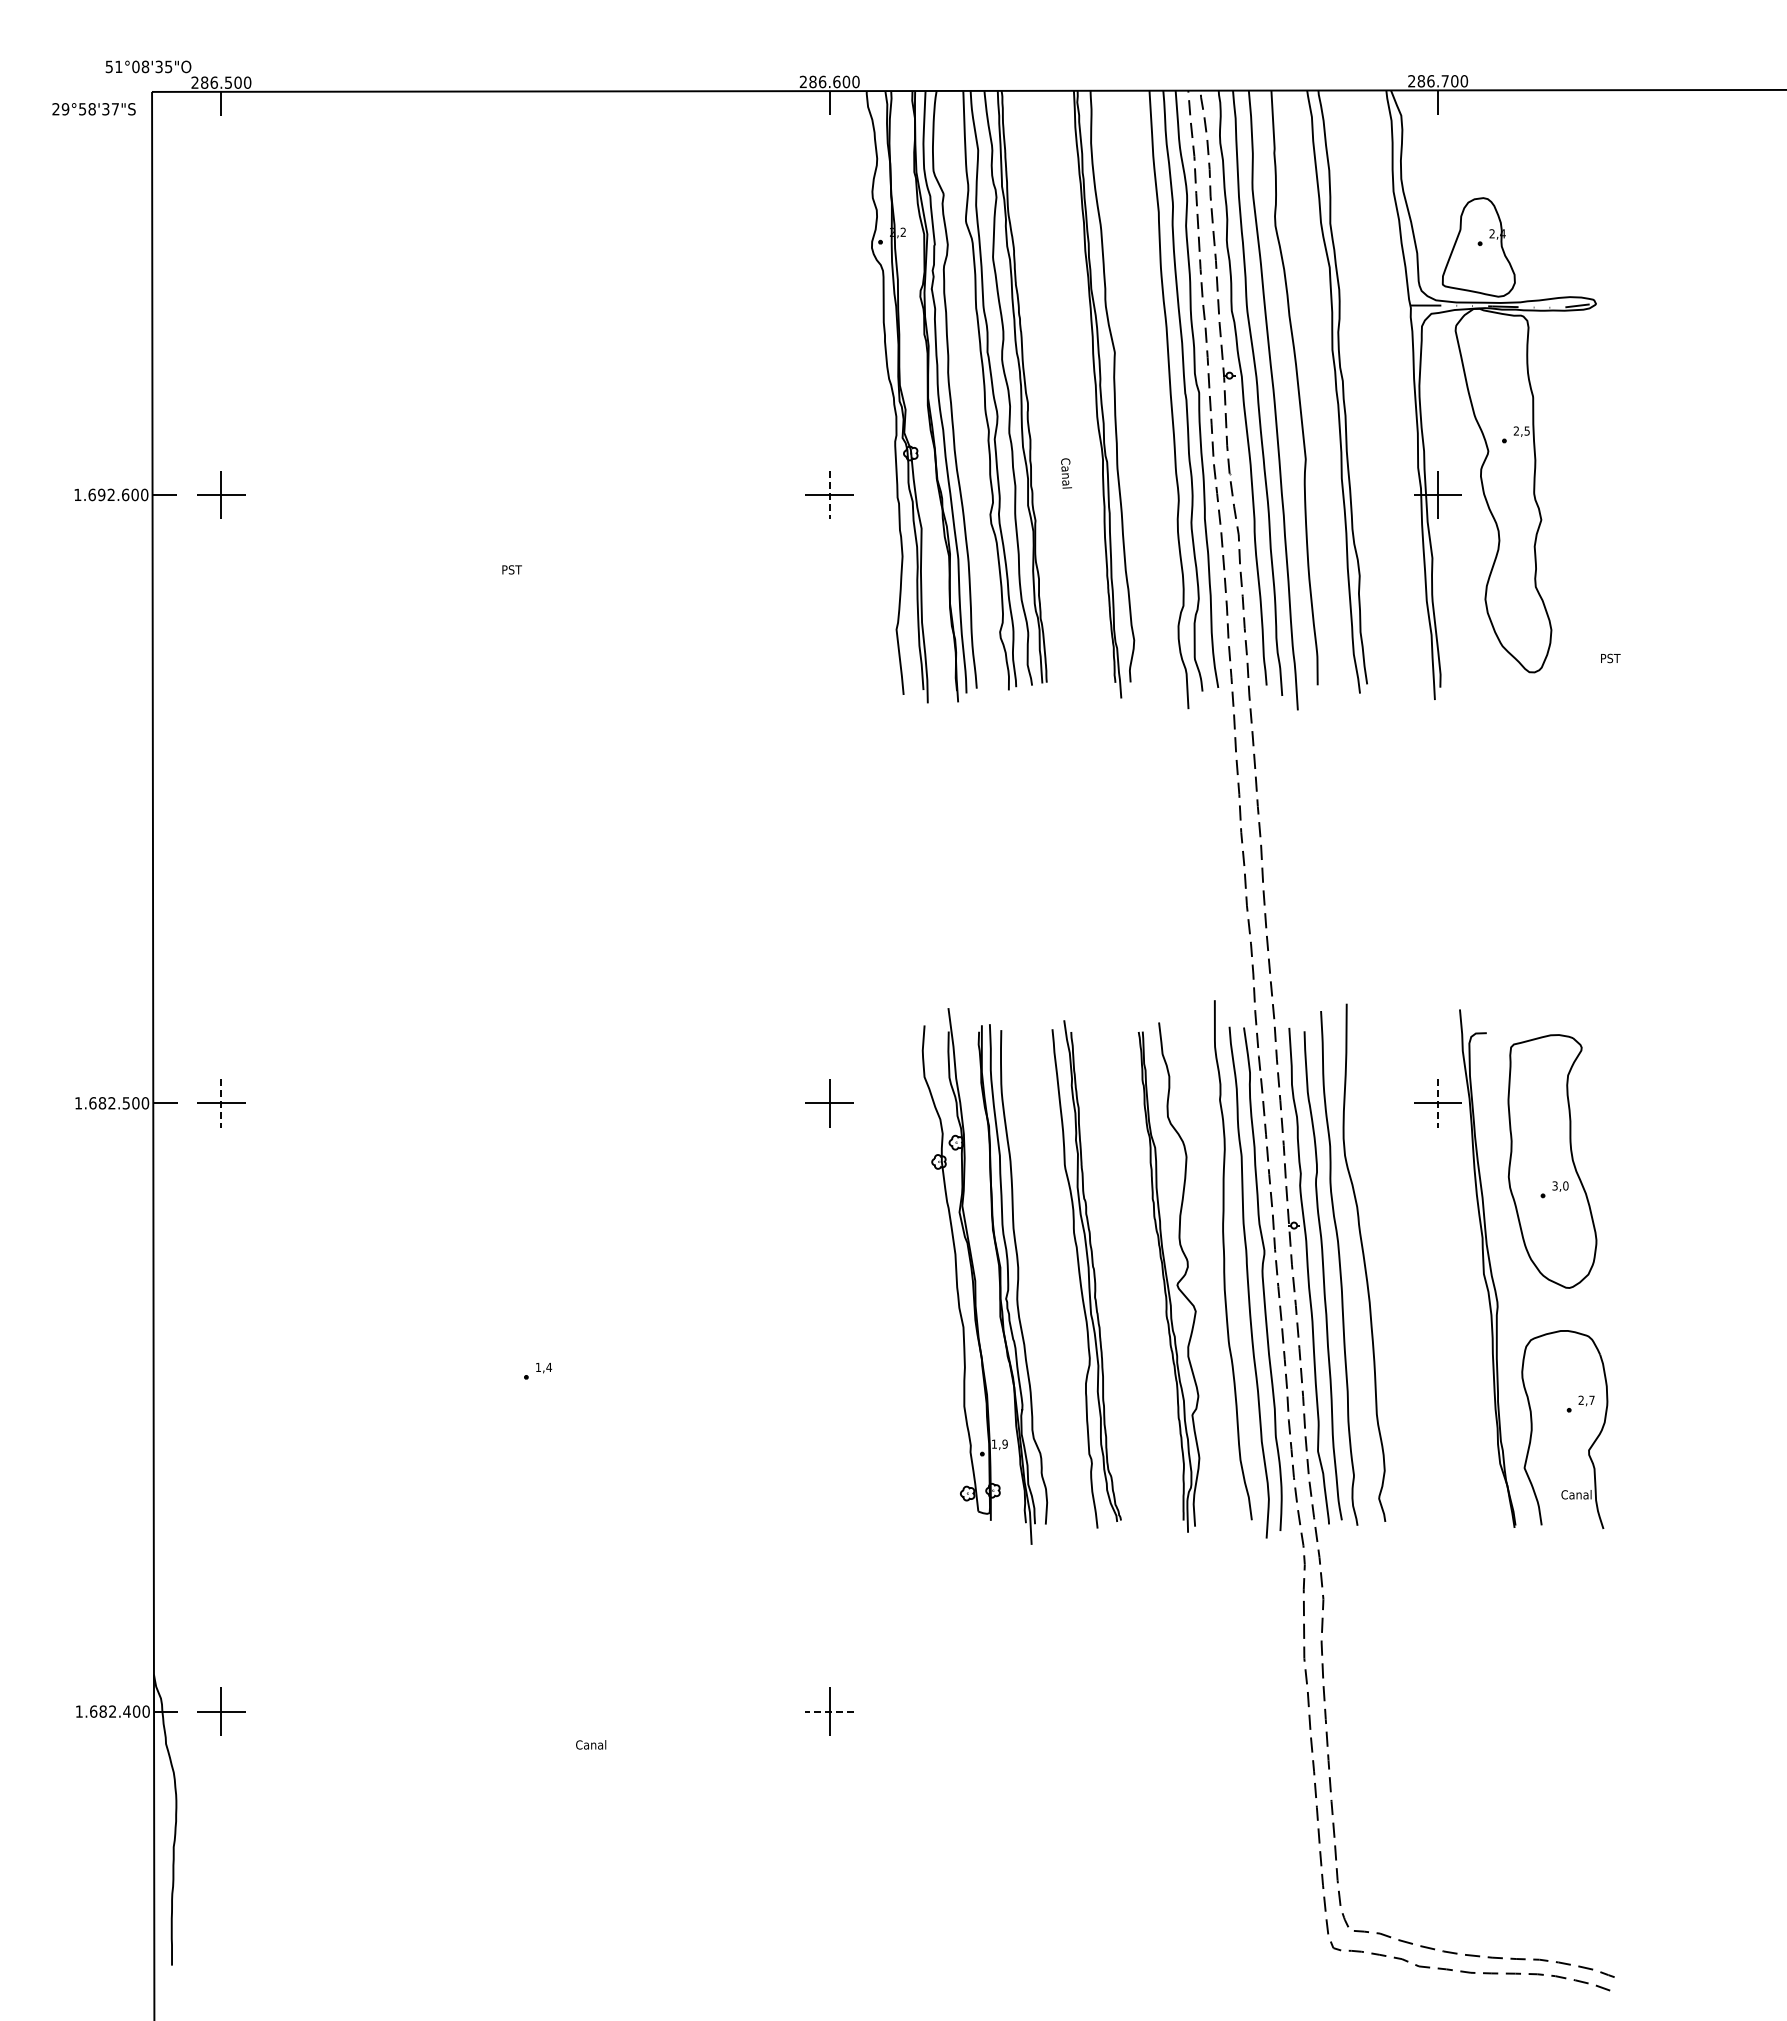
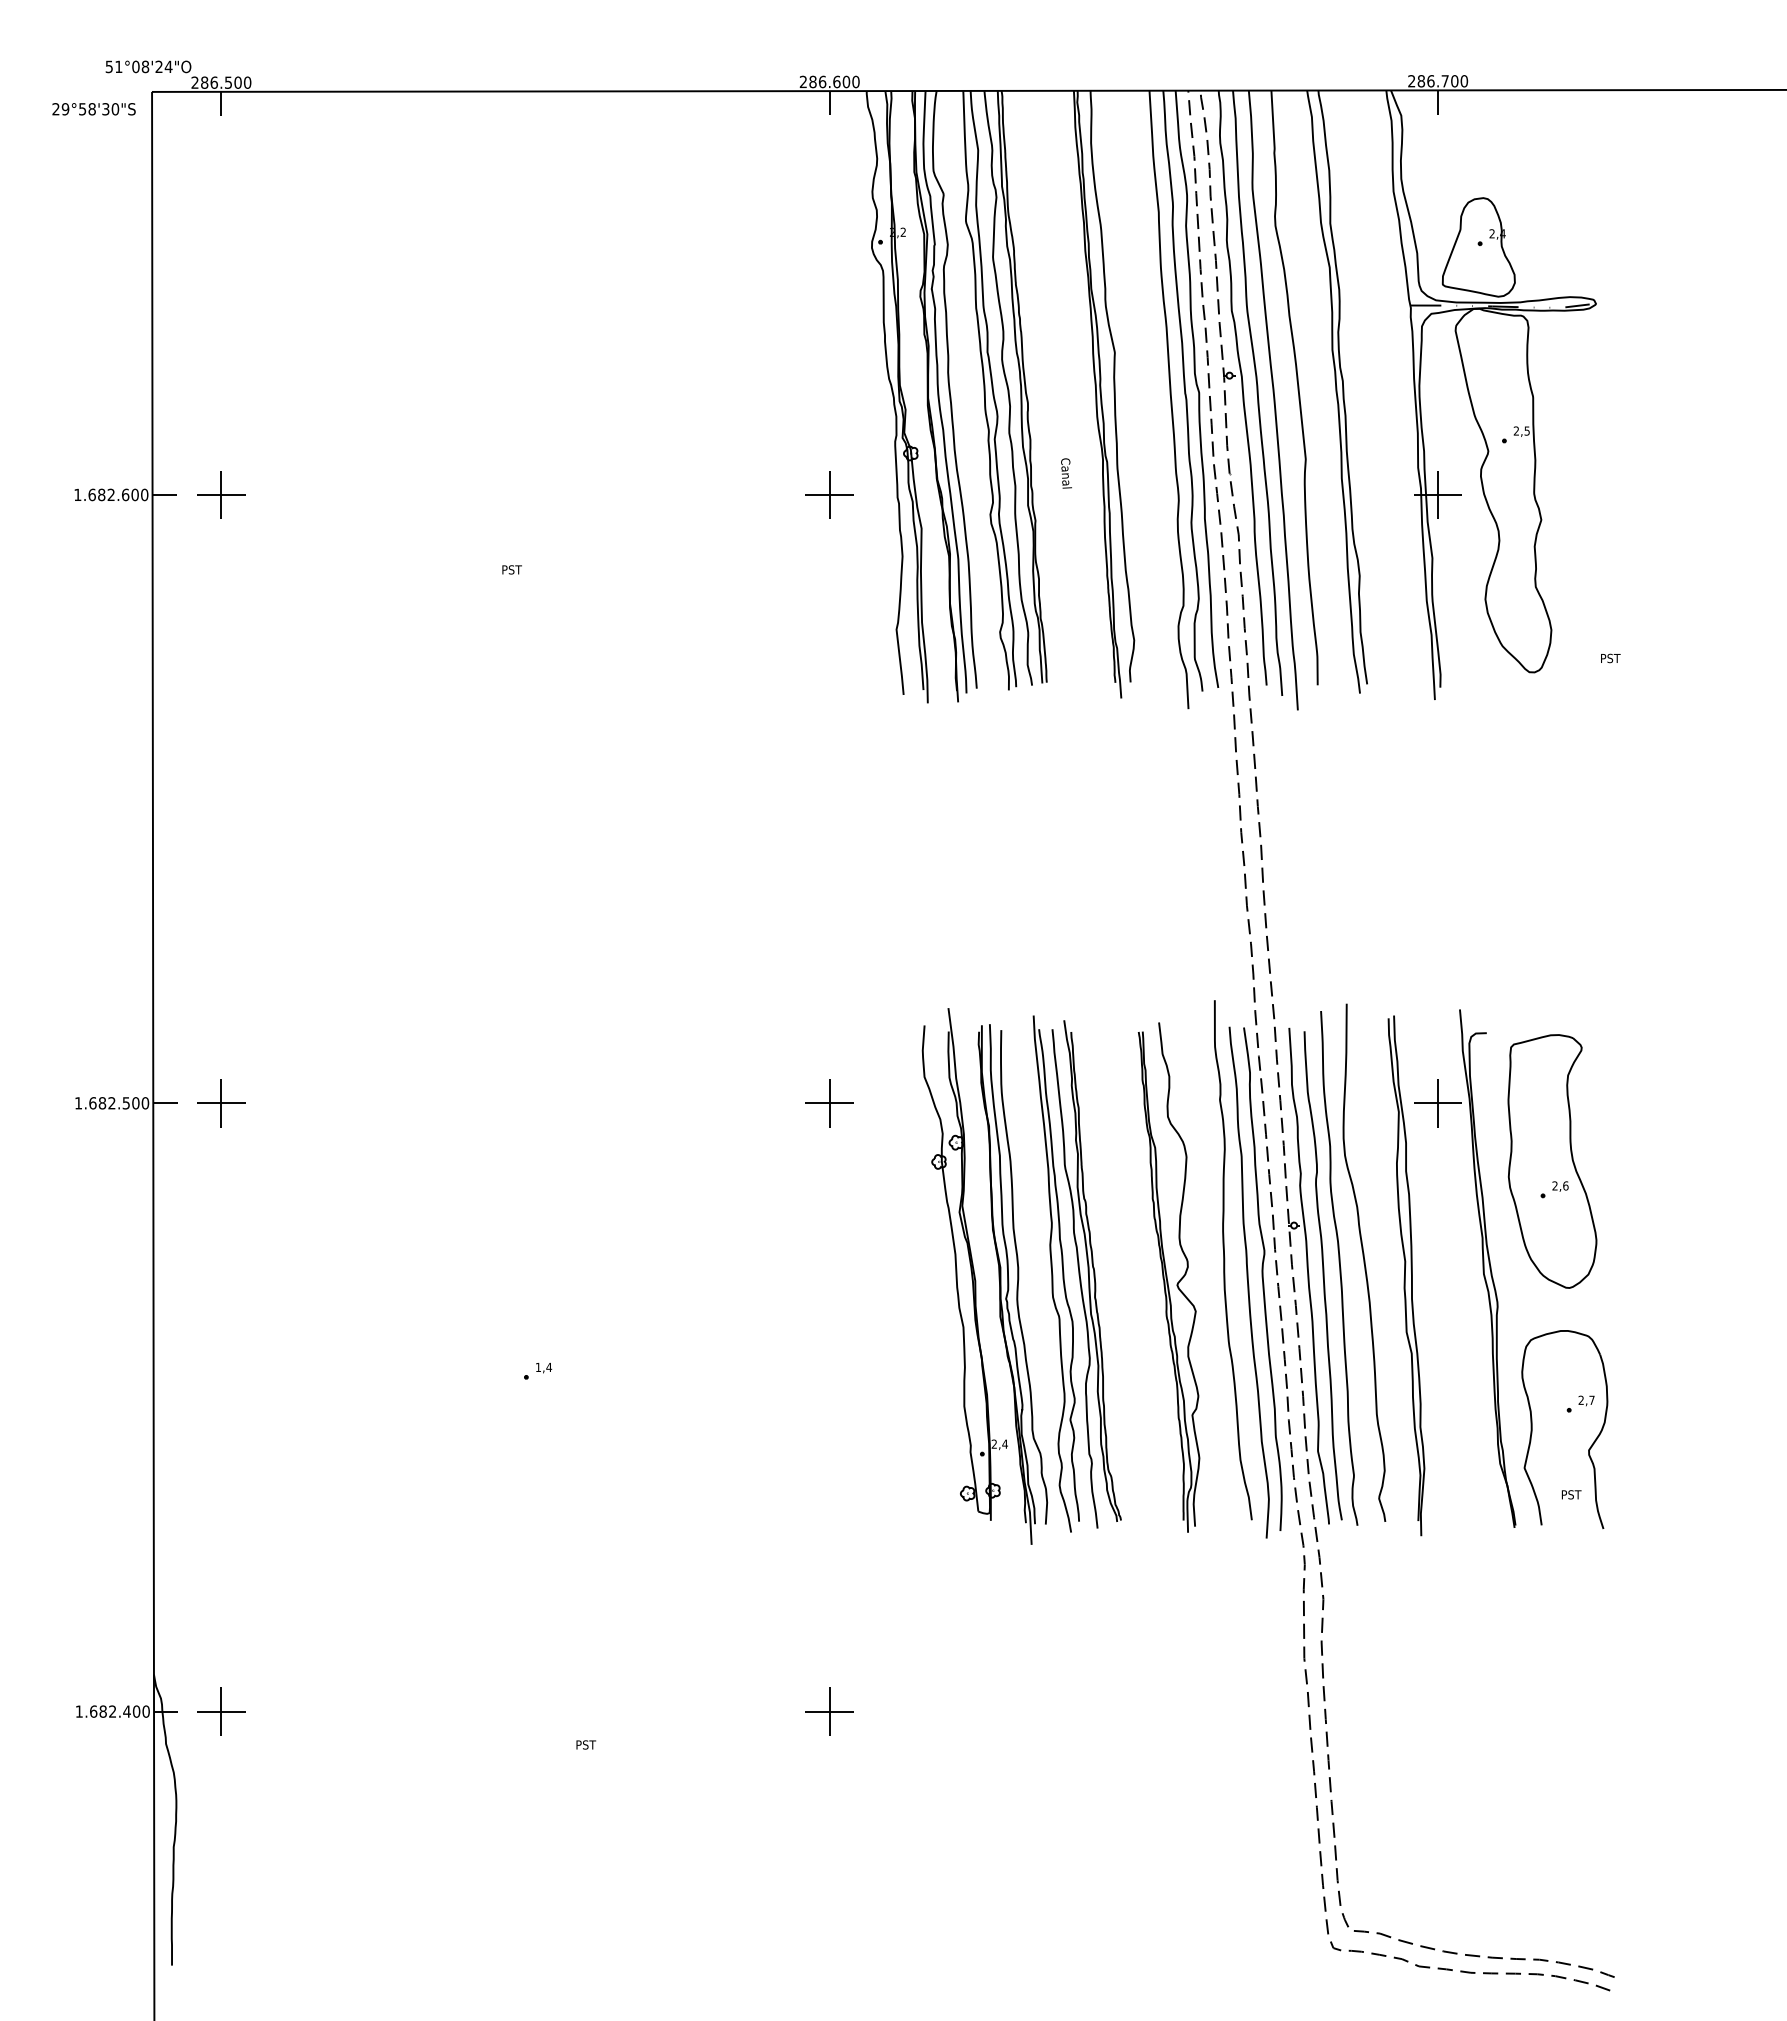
text at (163, 66): 51°08'35"O -> 51°08'24"O
text at (115, 109): 29°58'37"S -> 29°58'30"S
text at (101, 495): 1.692.600 -> 1.682.600
line at (829, 495): dashed -> solid
line at (221, 1103): dashed -> solid
line at (1438, 1103): dashed -> solid
text at (1560, 1185): 3,0 -> 2,6
part at (1055, 1273): none -> present
part at (1406, 1275): none -> present
text at (999, 1443): 1,9 -> 2,4
text at (1576, 1494): Canal -> PST
line at (829, 1711): dashed -> solid
text at (591, 1744): Canal -> PST
